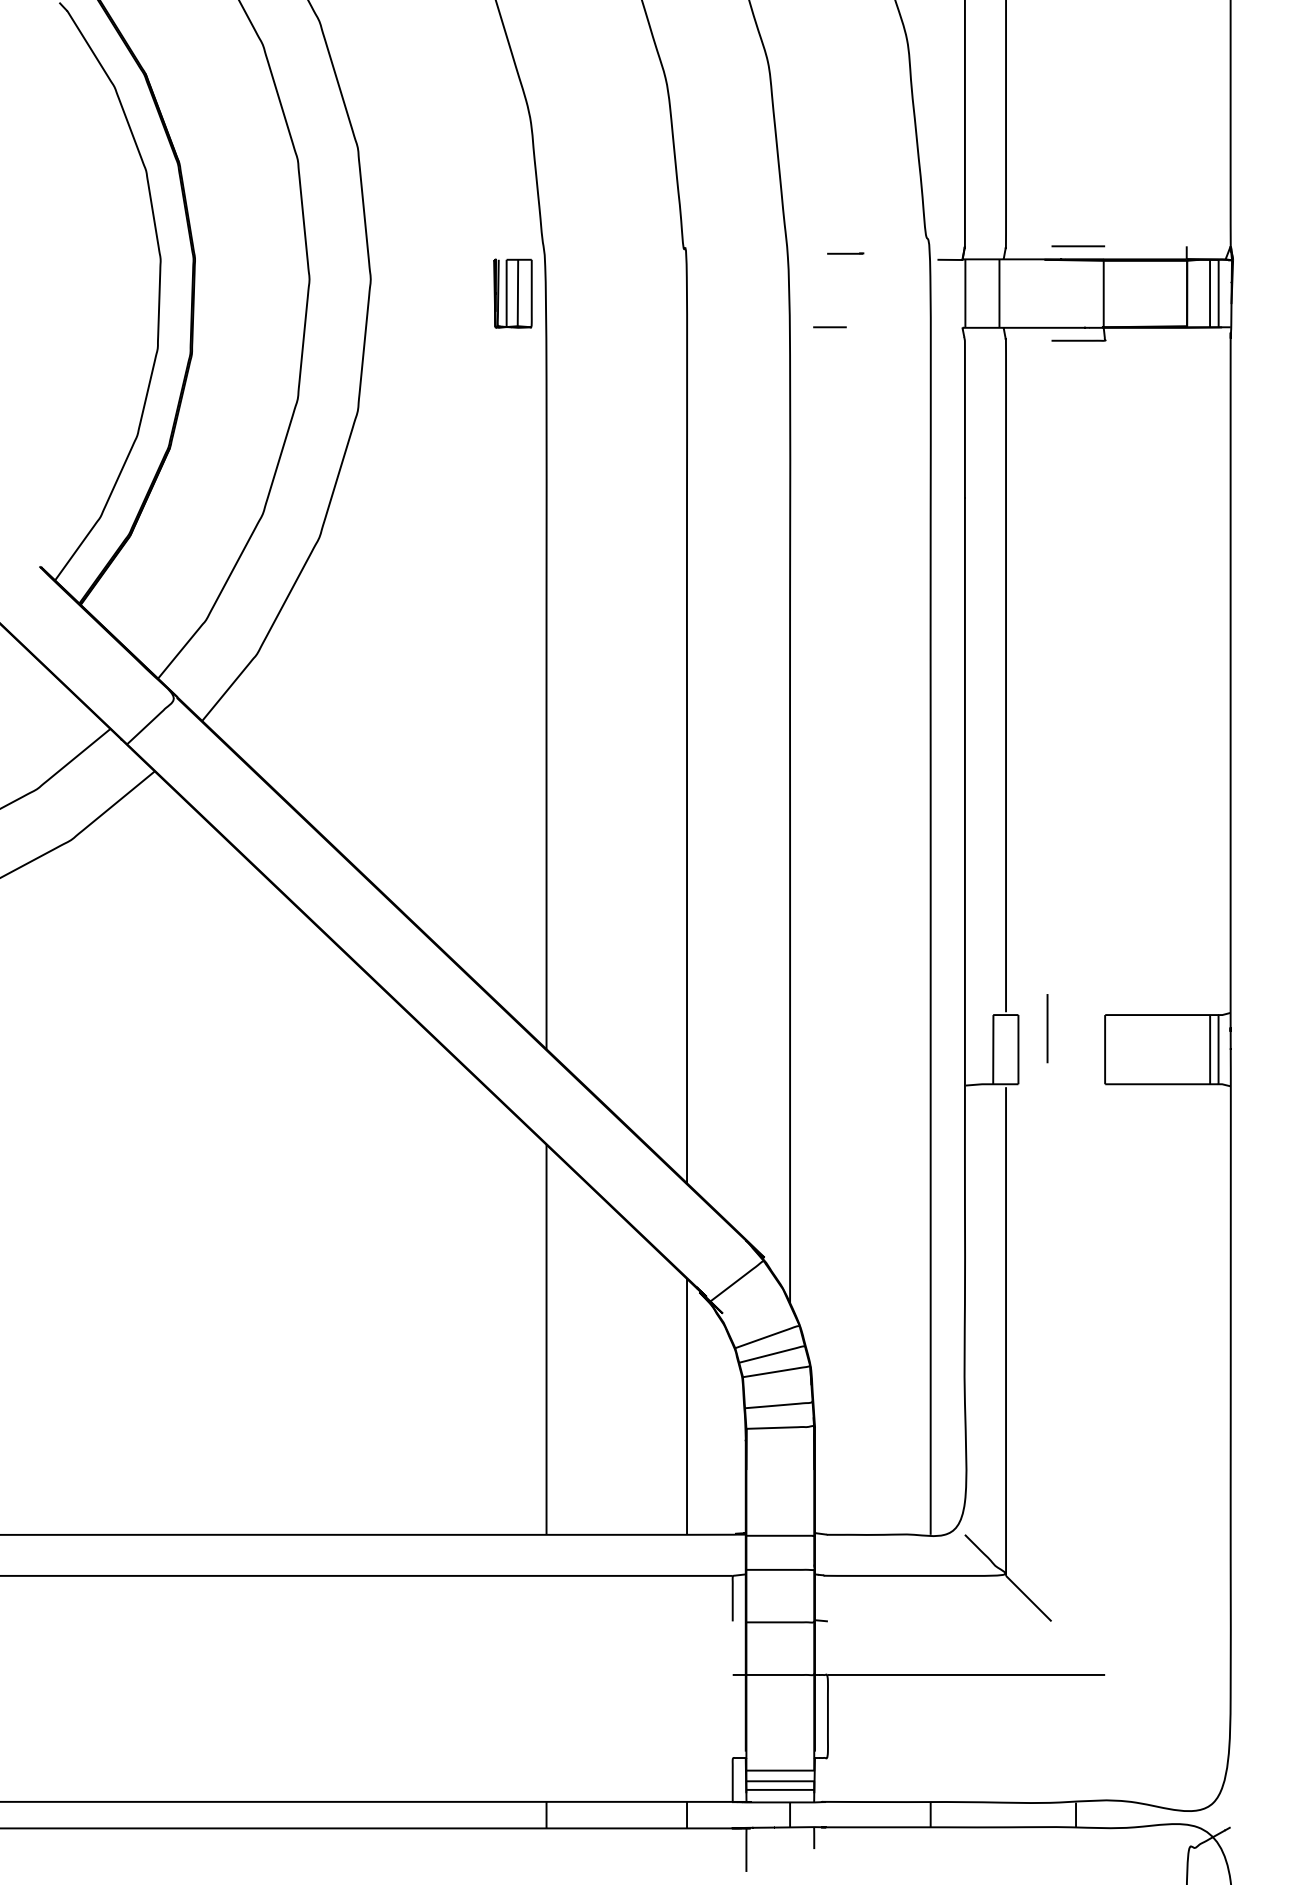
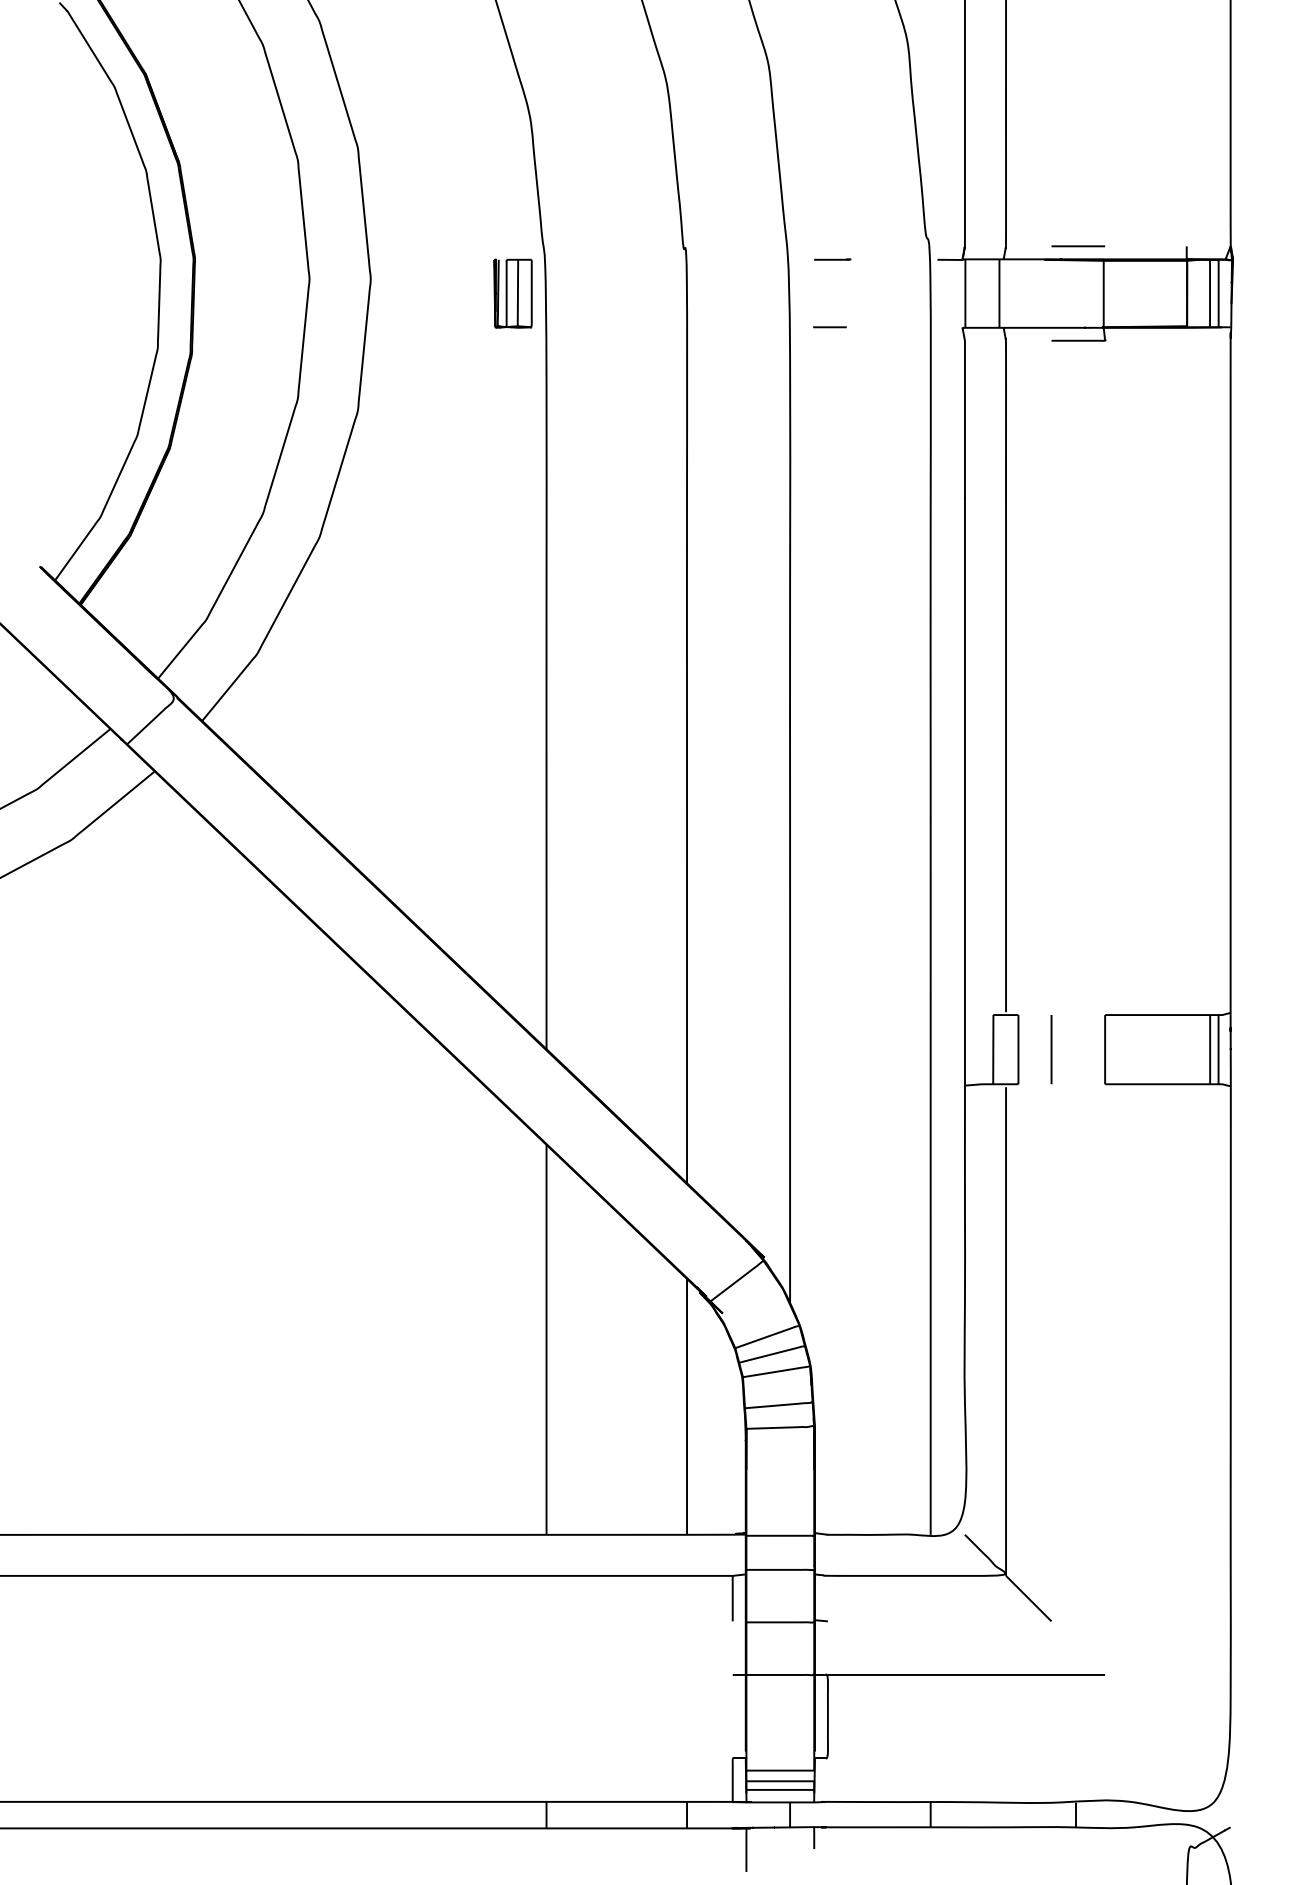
line at (845, 253) position: (845, 253) -> (832, 259)
line at (1047, 1028) position: (1047, 1028) -> (1051, 1049)
